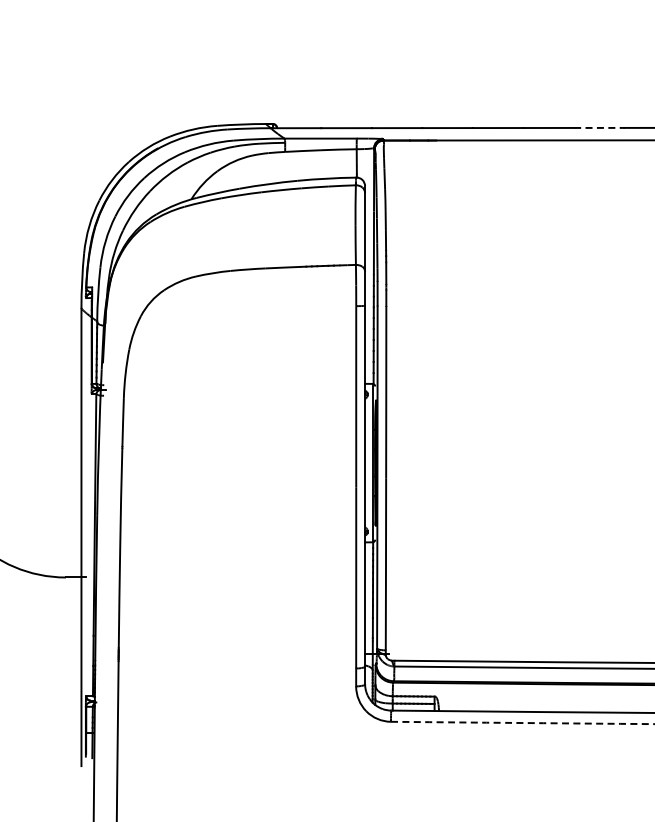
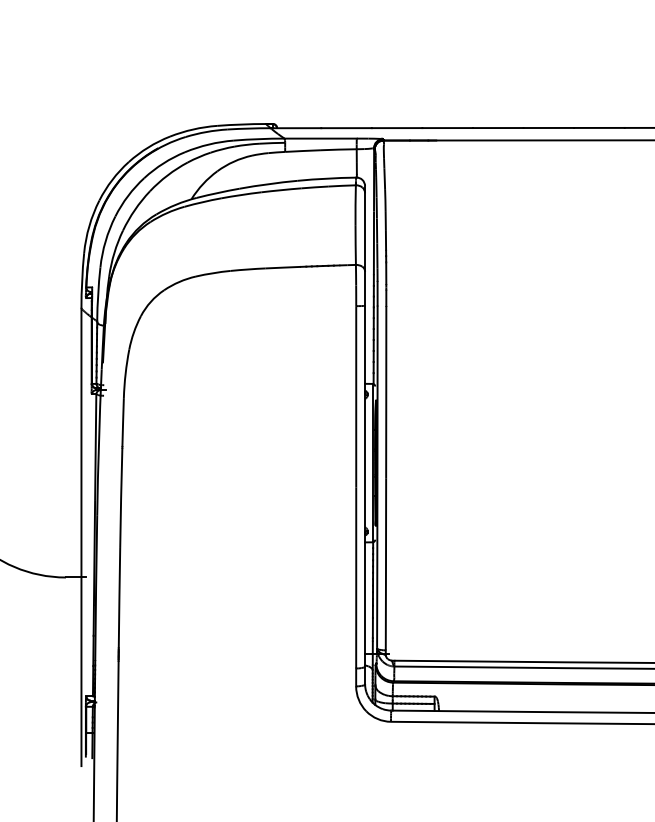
line at (599, 127): dashed -> solid
arc at (523, 723): dashed -> solid
